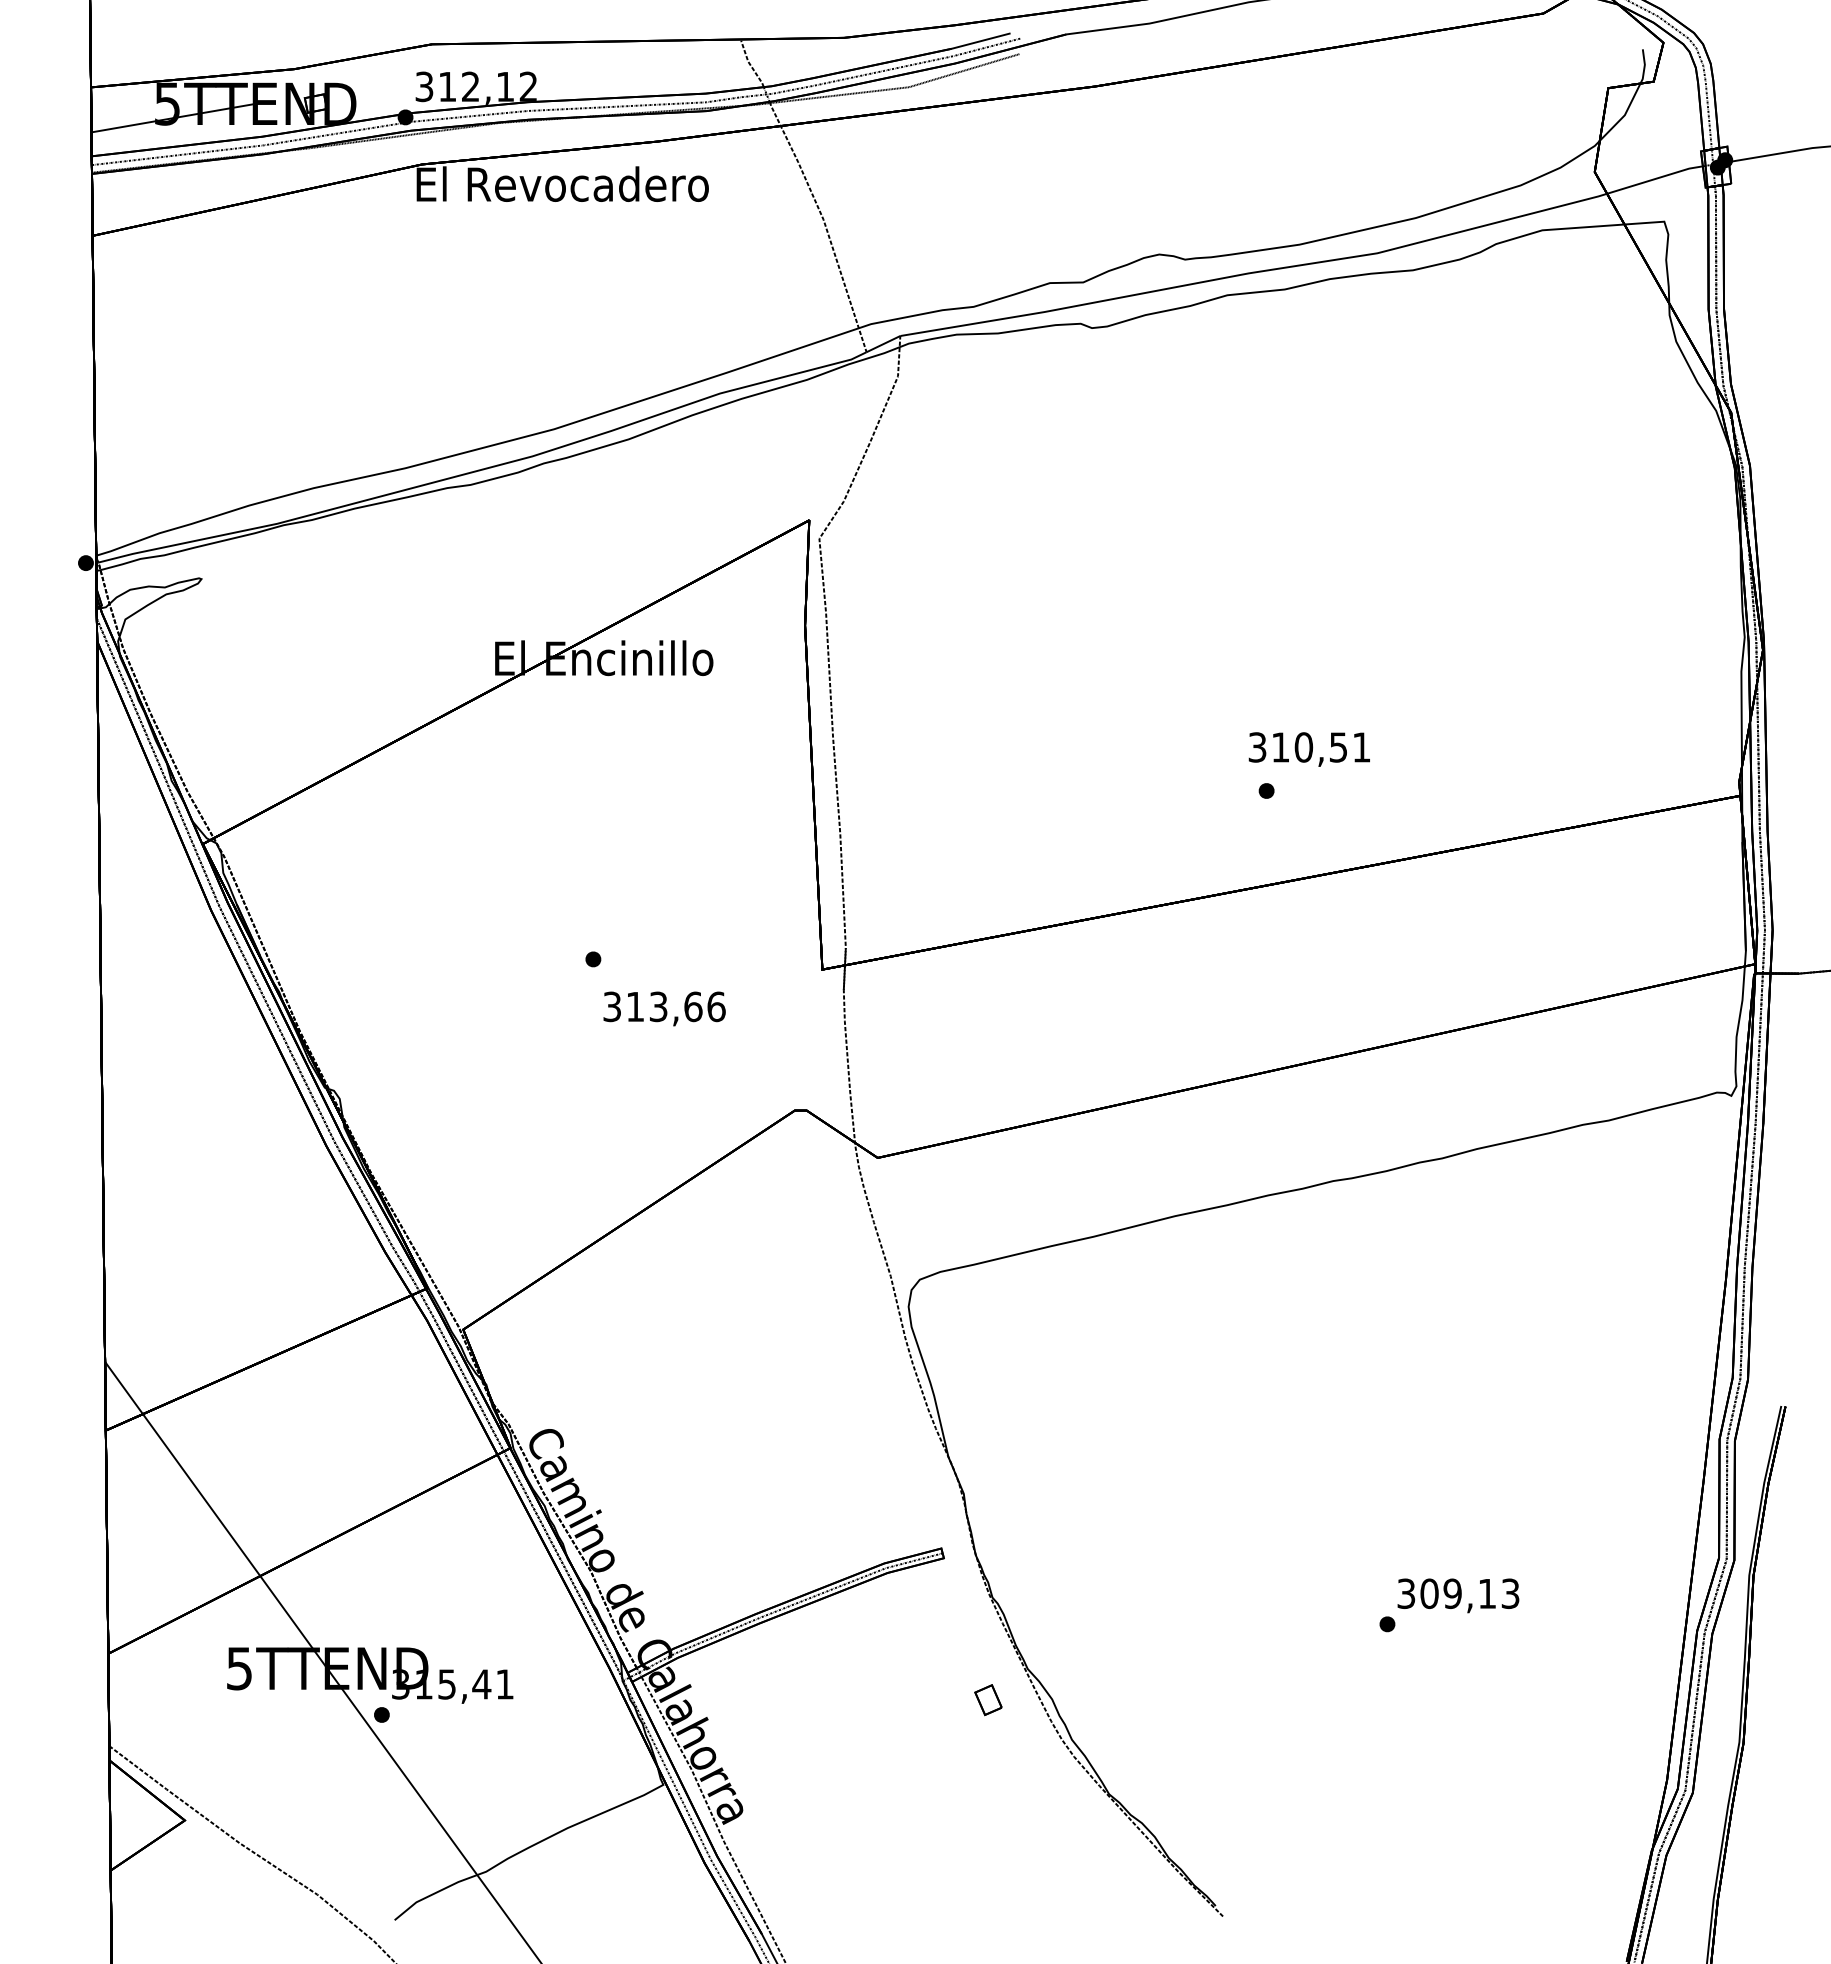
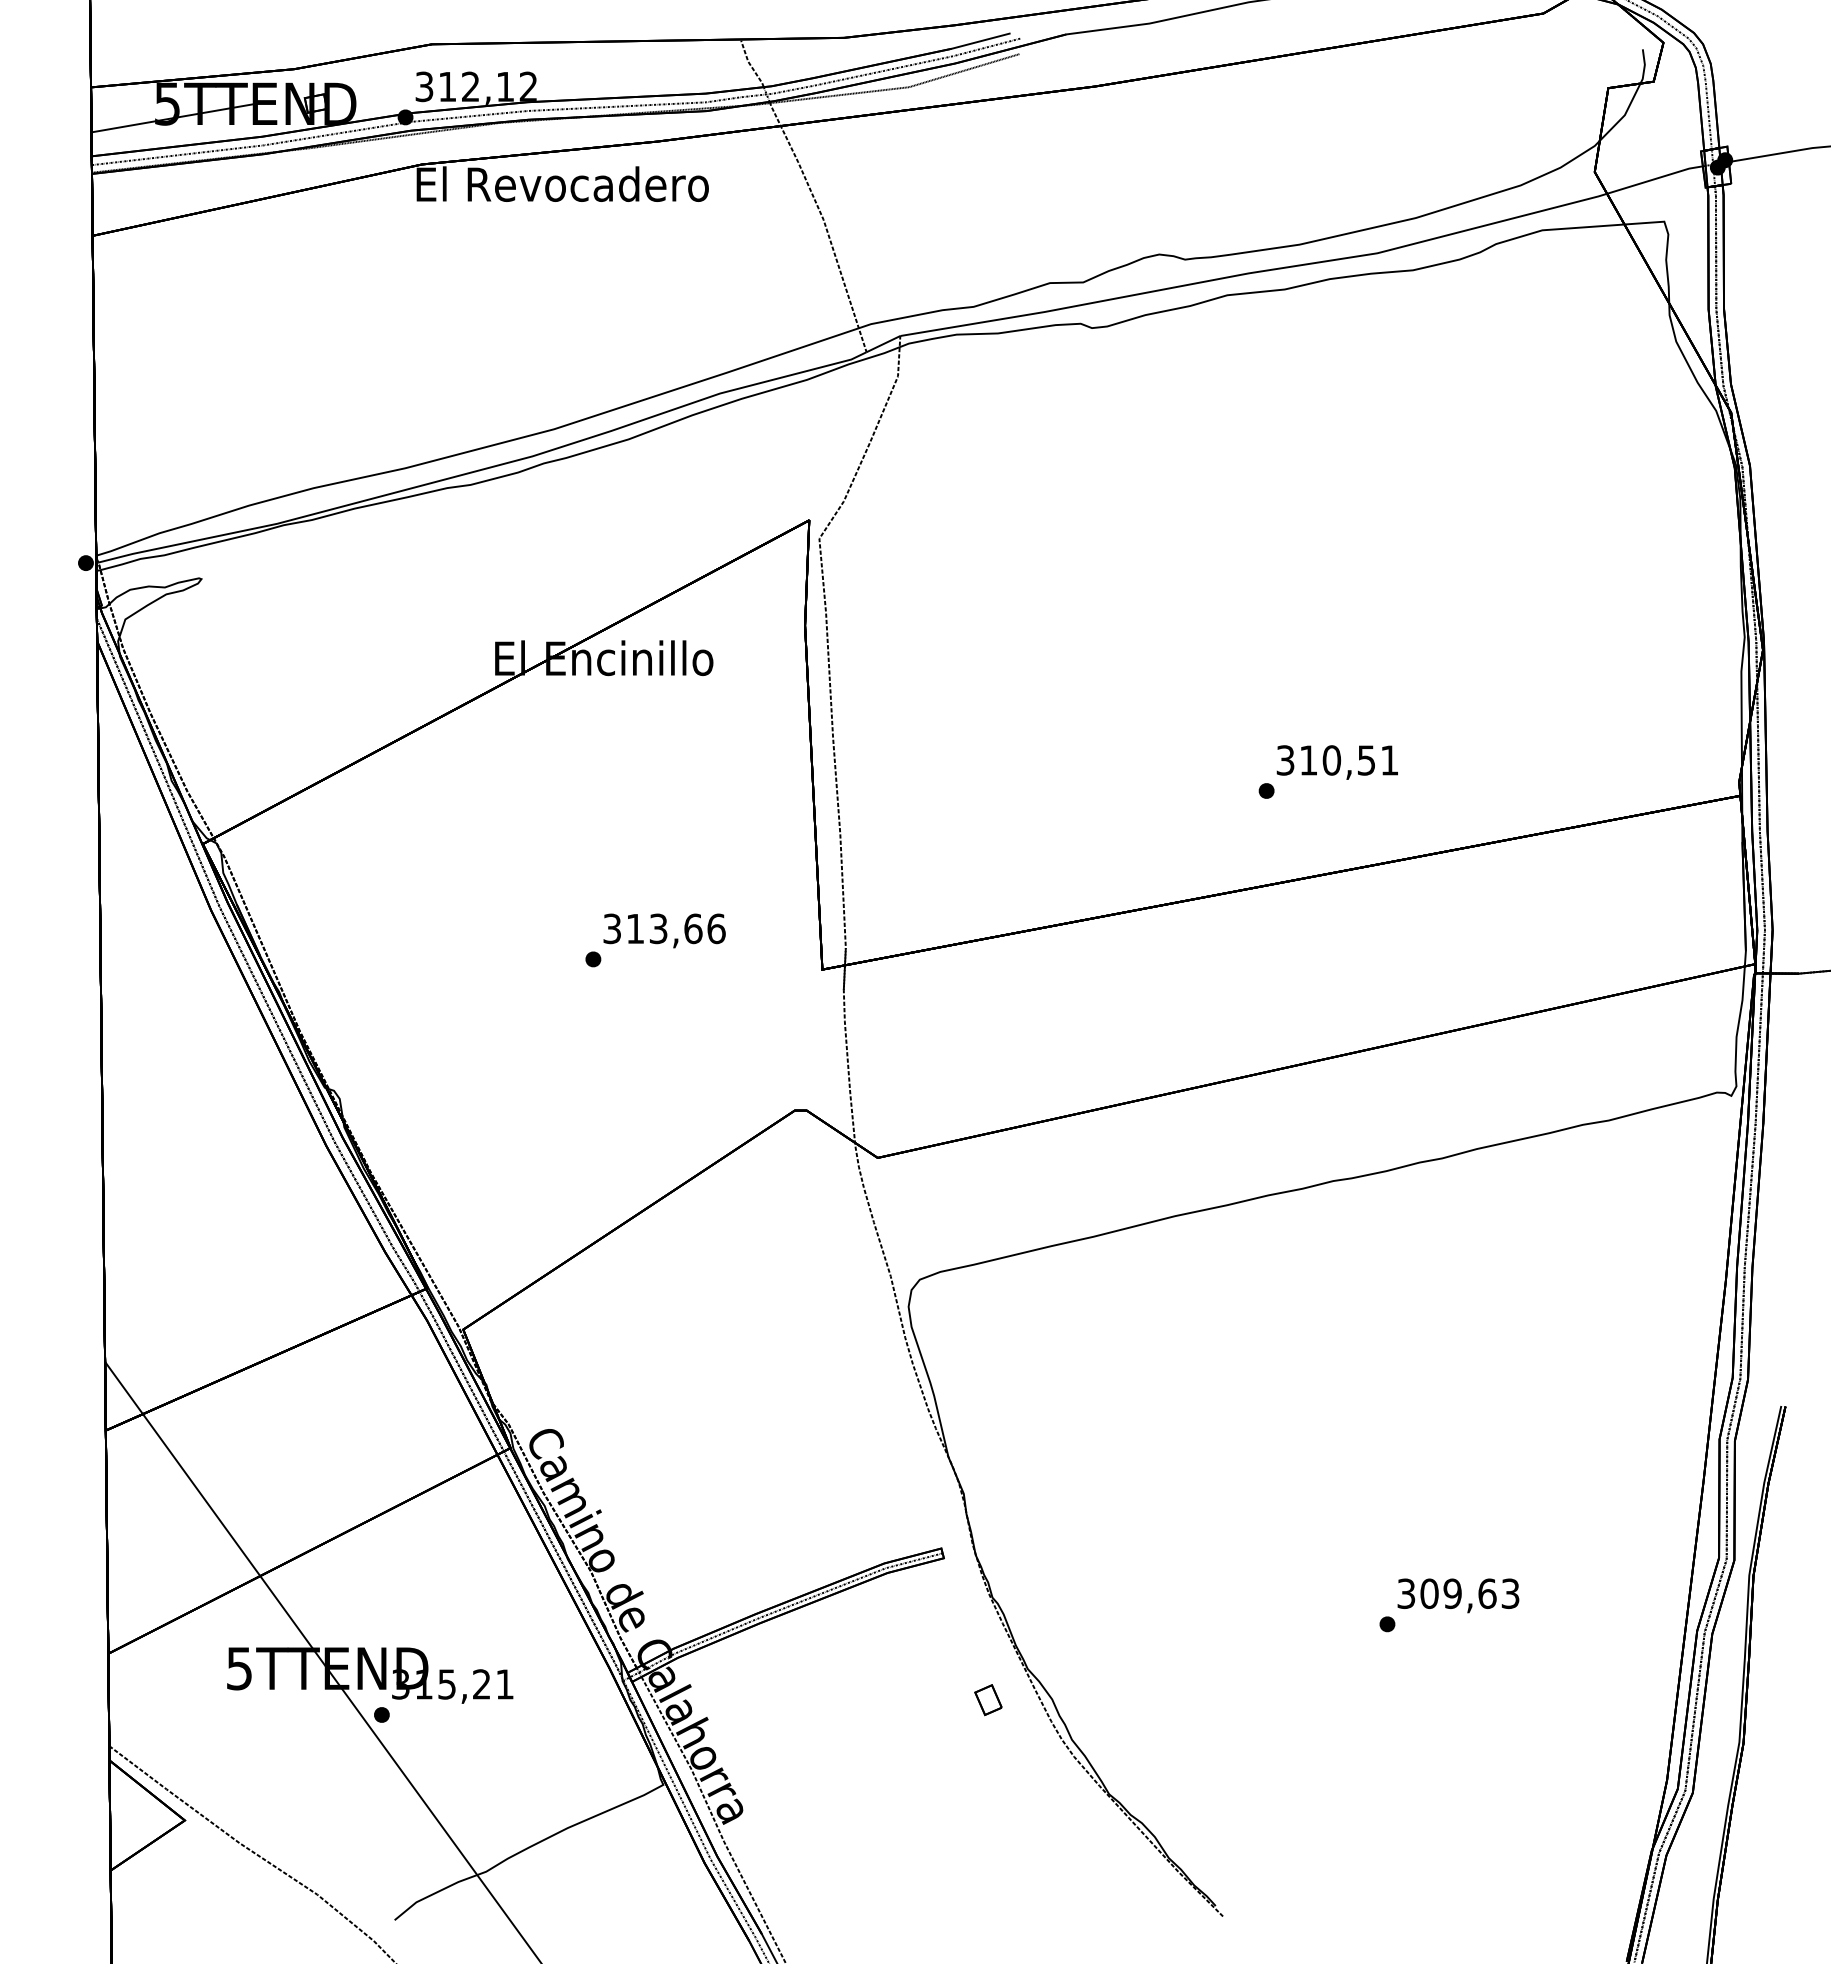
text at (1308, 749) position: (1308, 749) -> (1336, 762)
text at (664, 1008) position: (664, 1008) -> (664, 930)
text at (1487, 1593): 309,13 -> 309,63
text at (481, 1684): 315,41 -> 315,21
